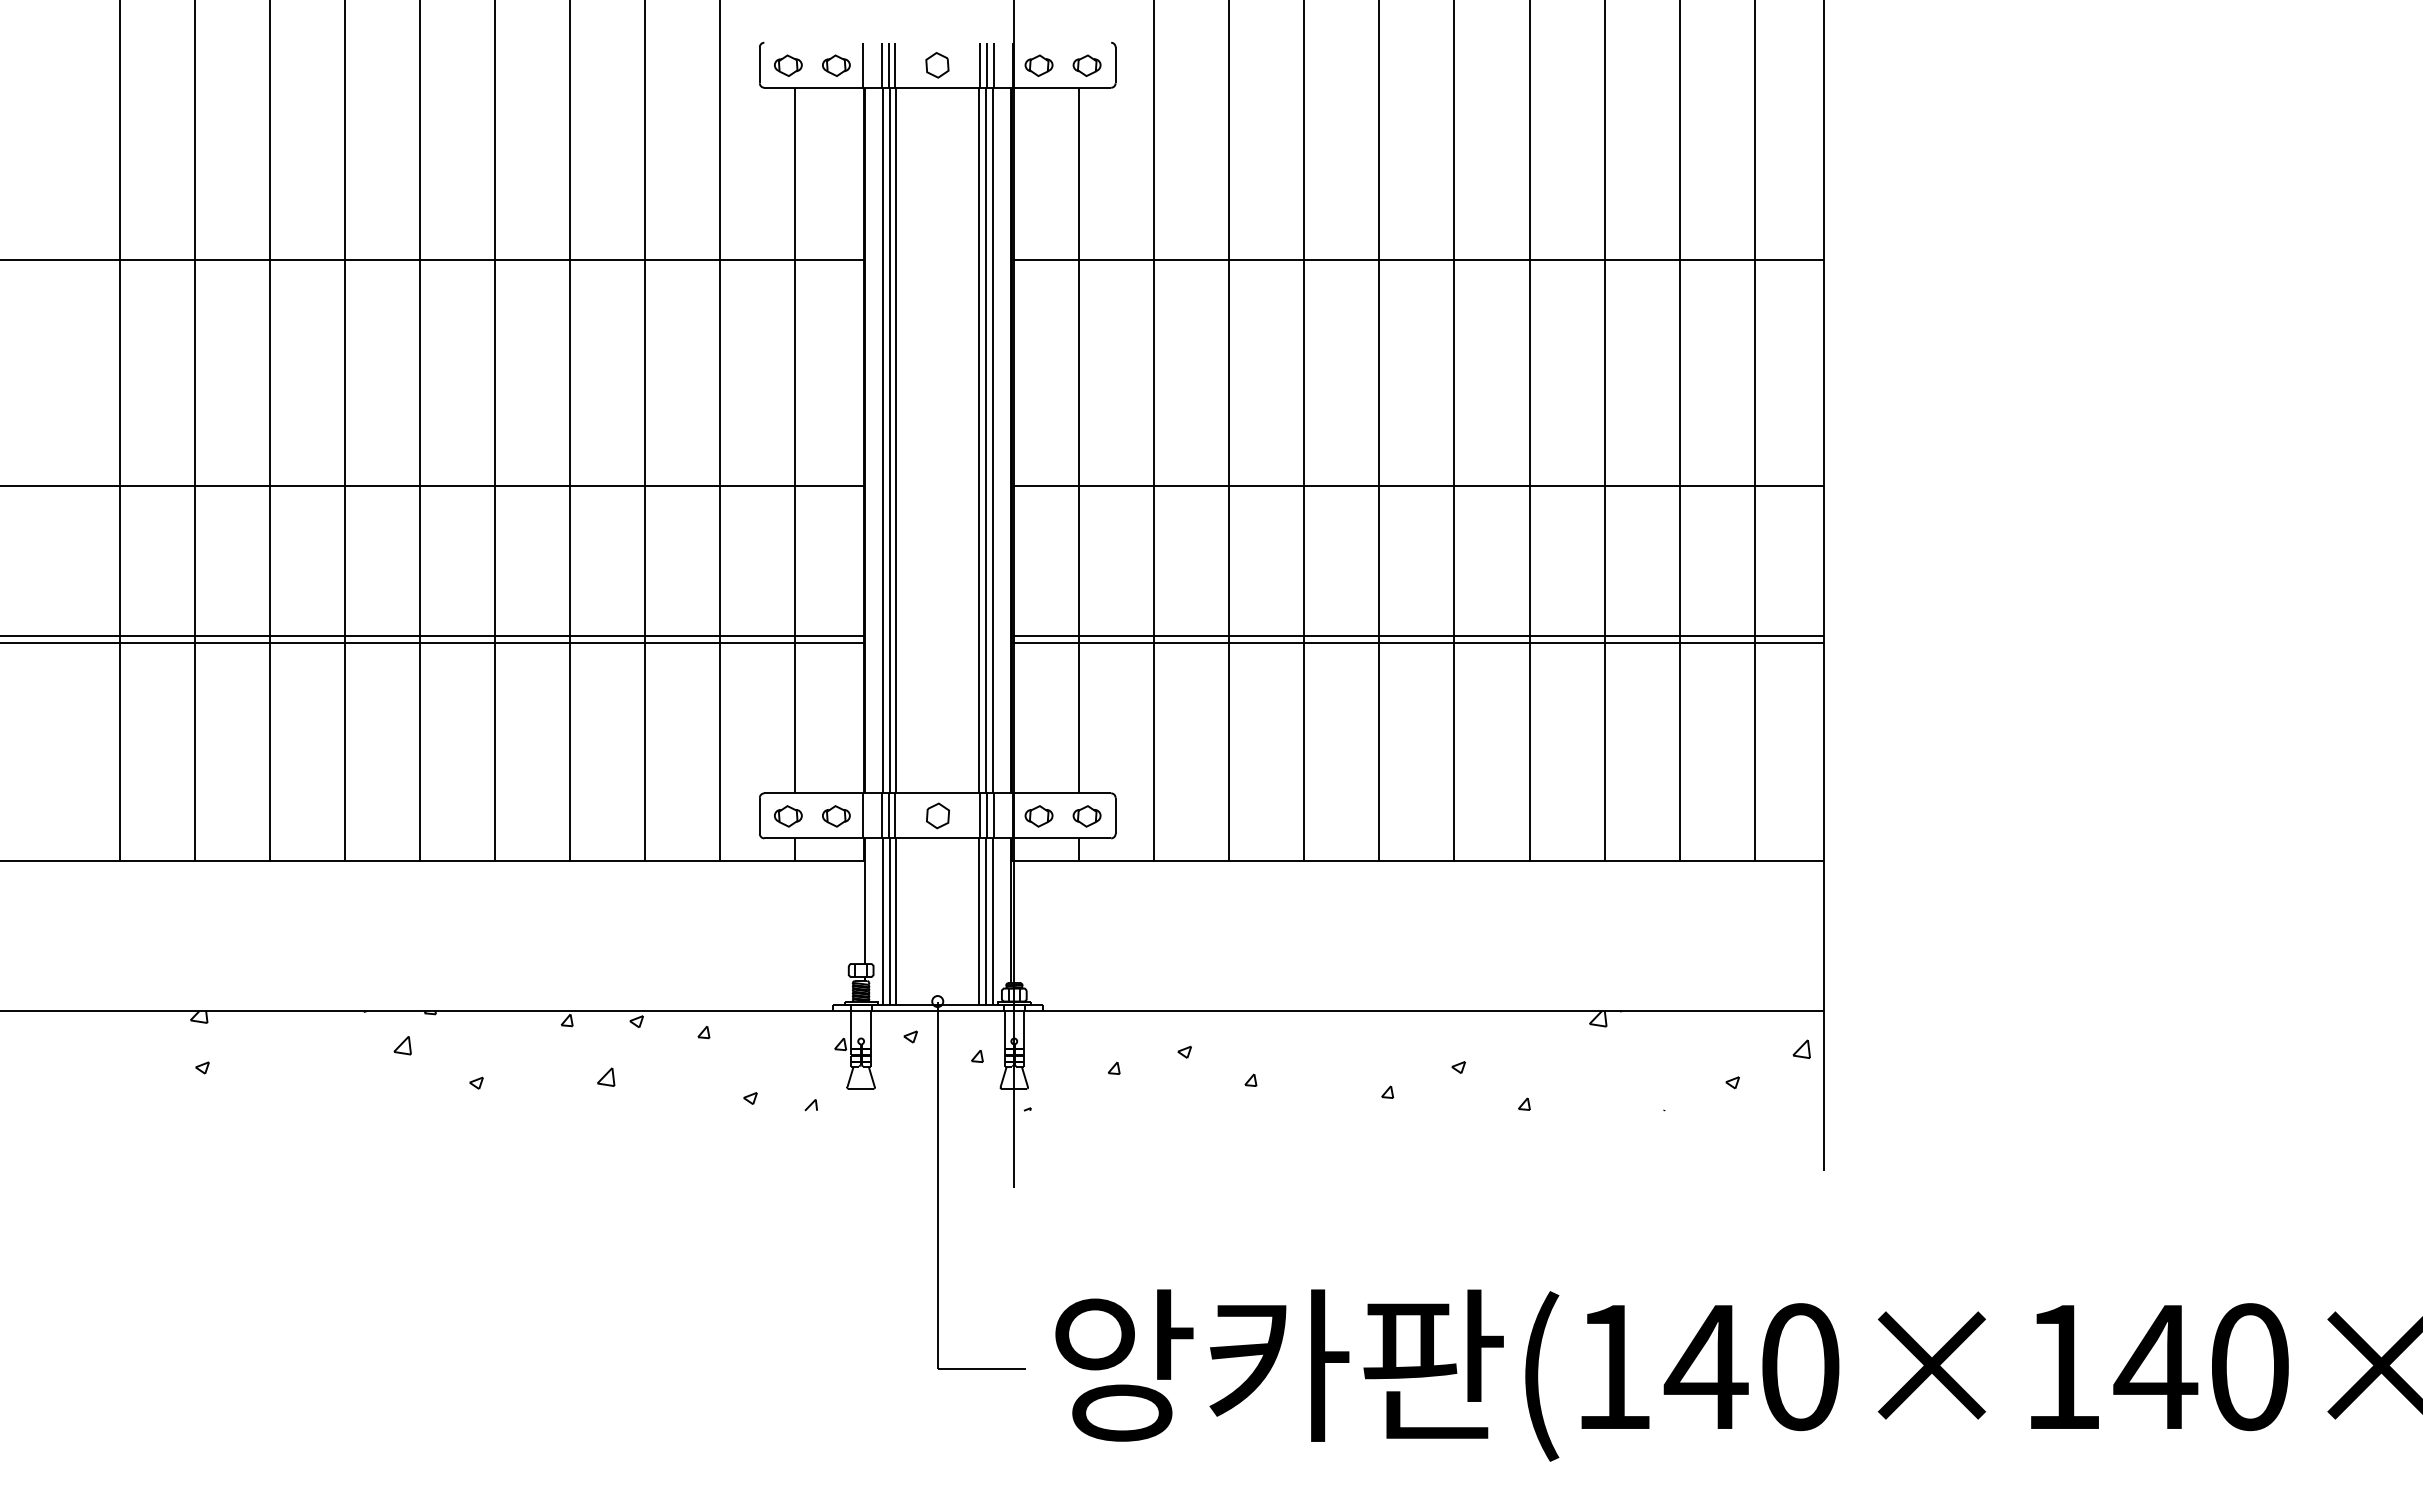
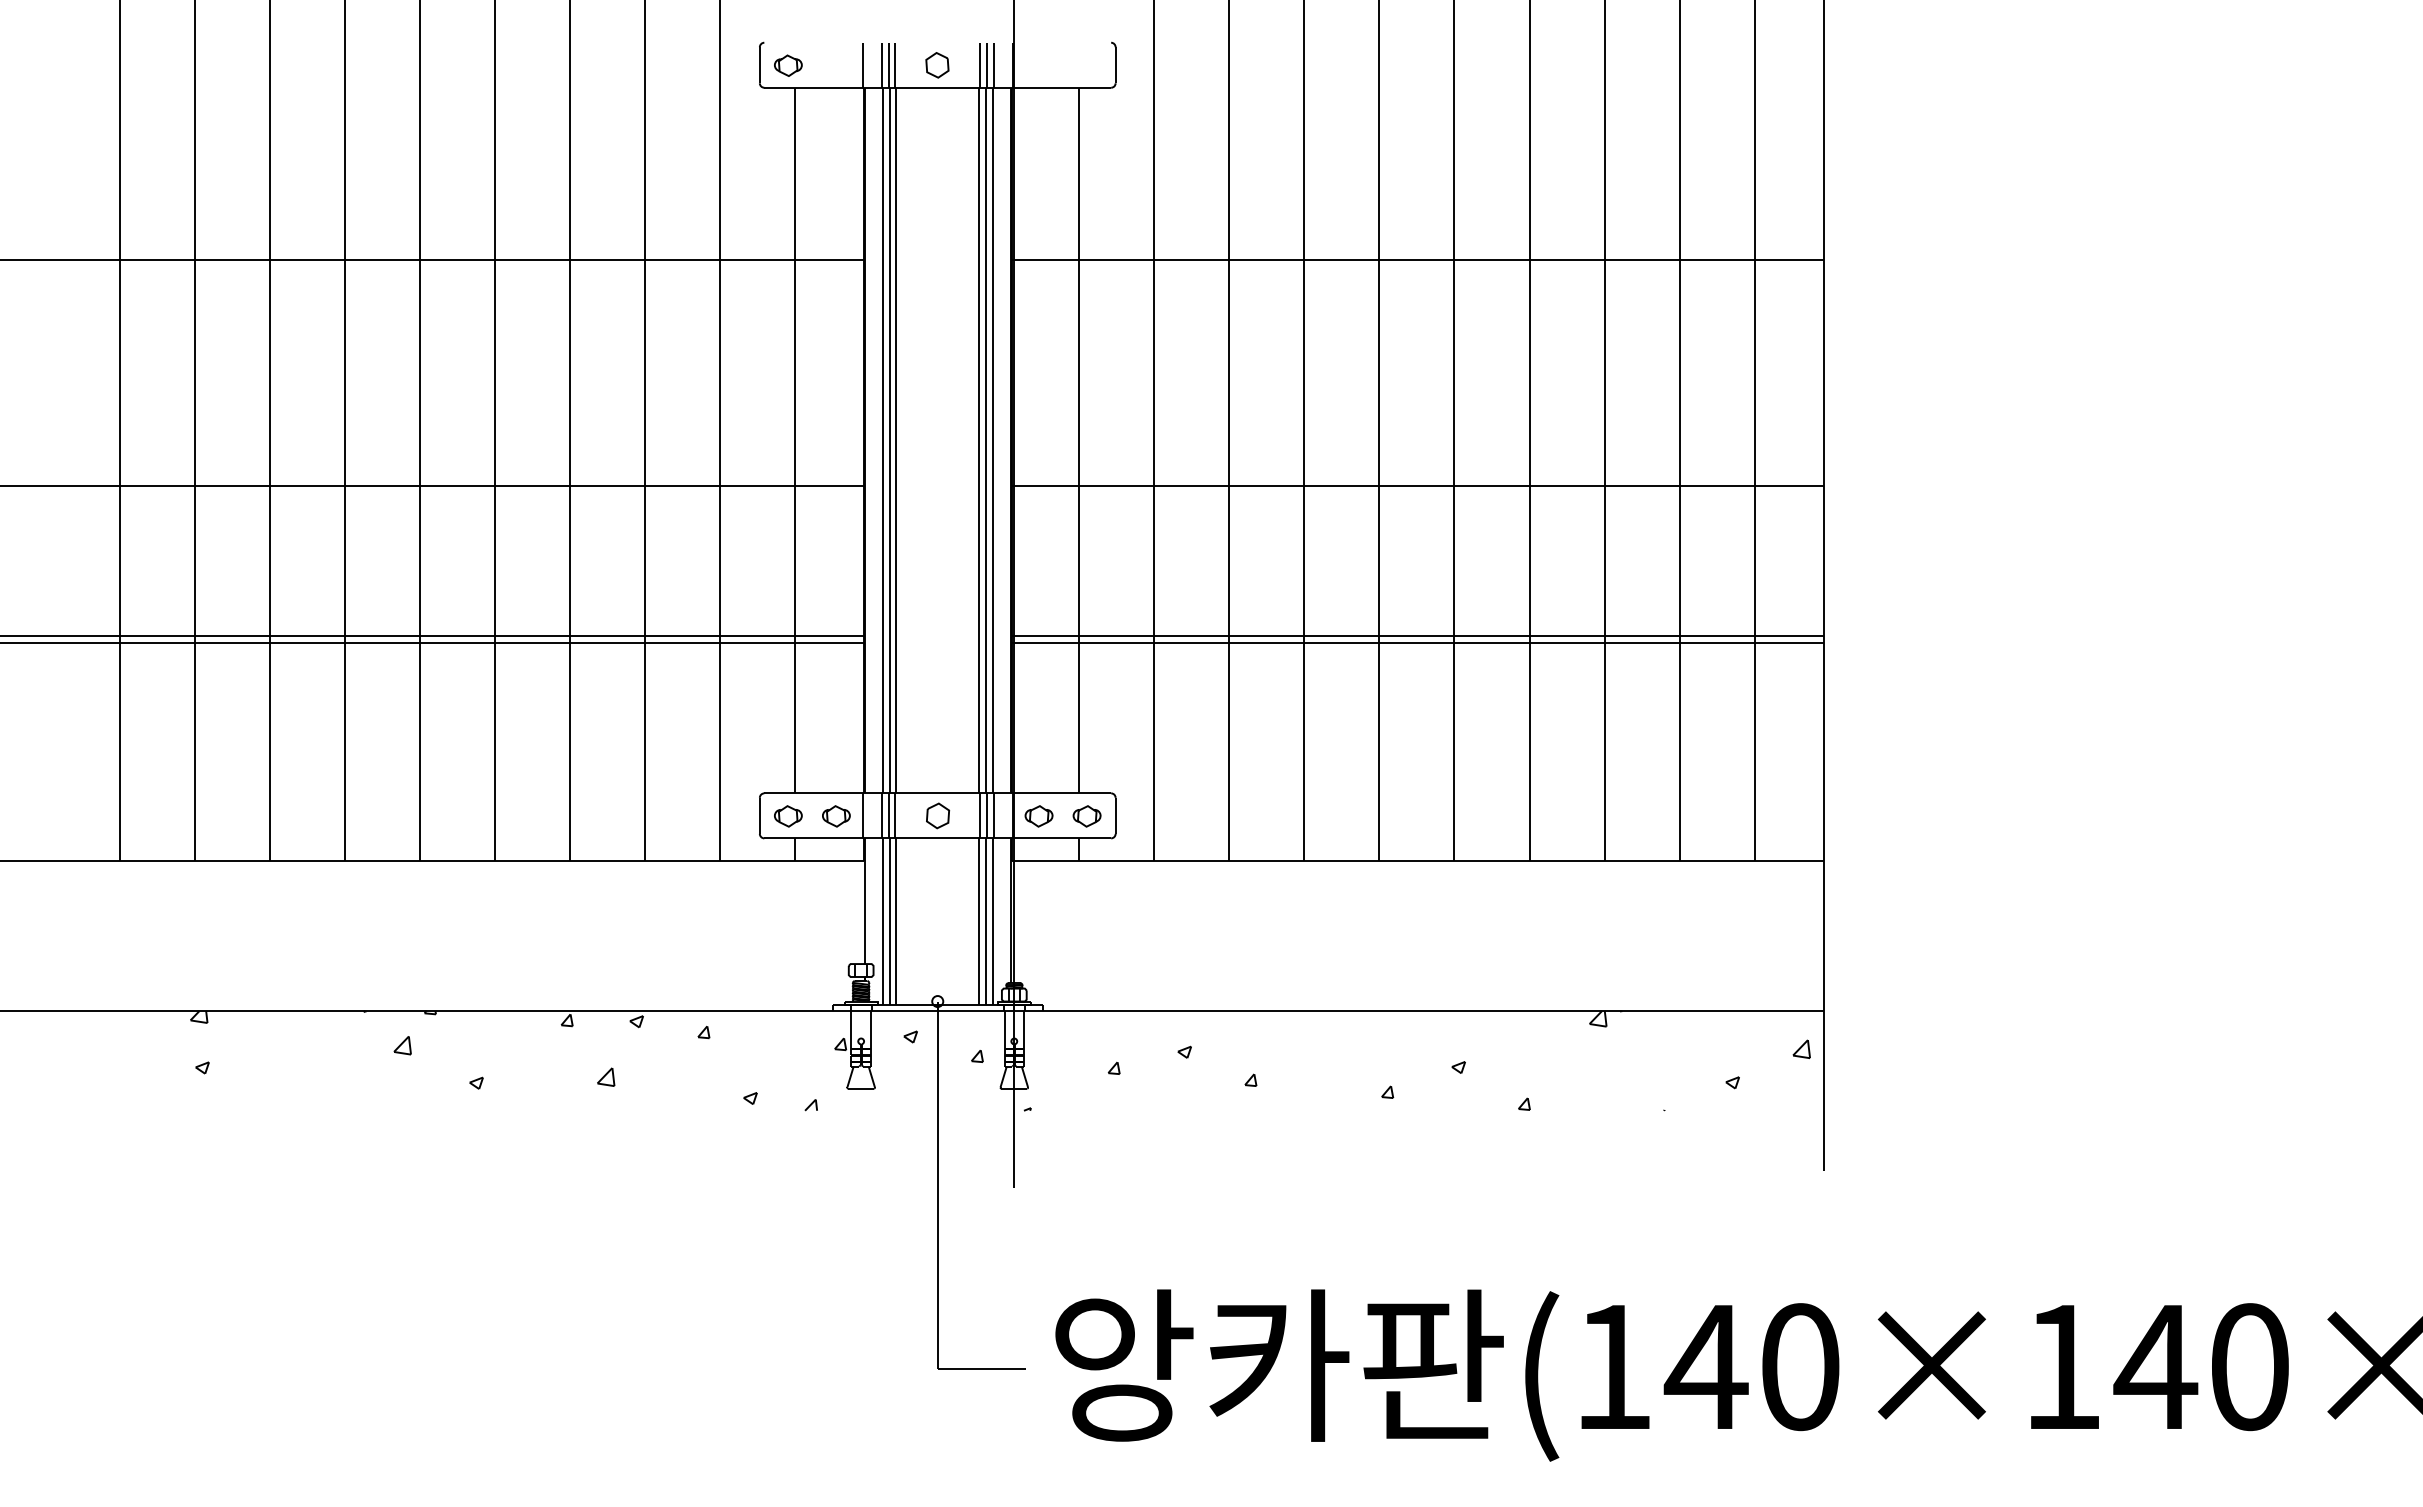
part at (836, 65): present -> none
part at (1038, 65): present -> none
part at (1086, 65): present -> none
